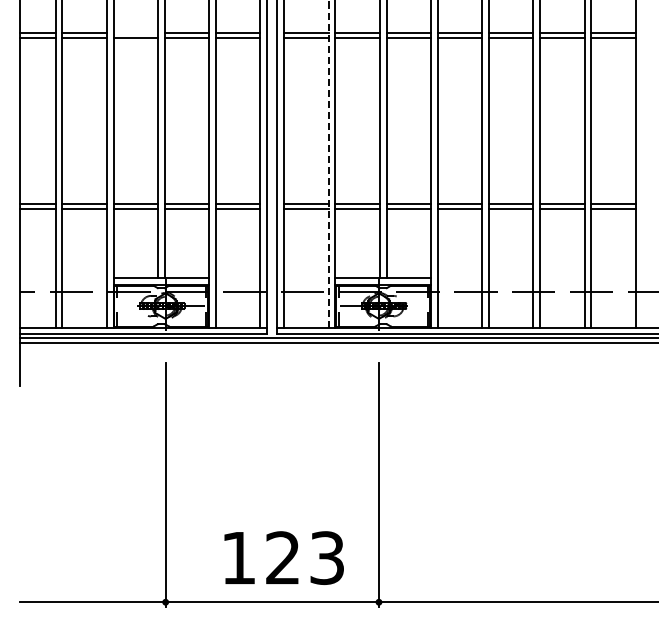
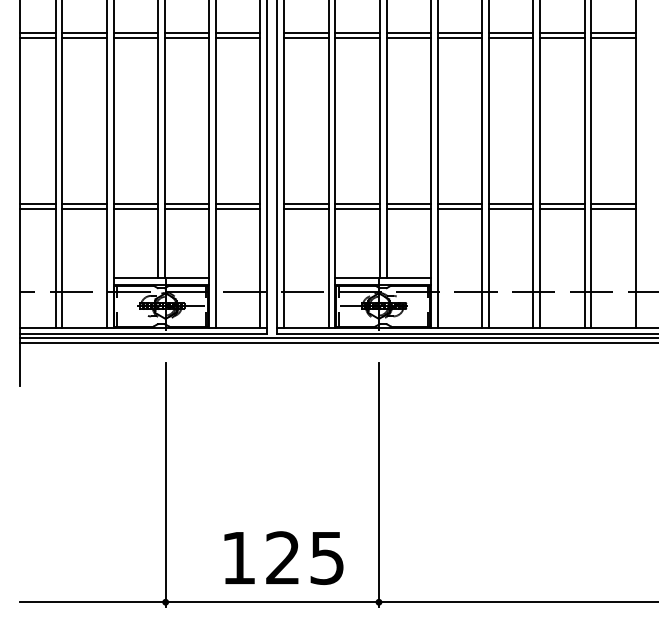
line at (135, 33): none -> present
line at (328, 163): dashed -> solid
text at (327, 557): 123 -> 125
